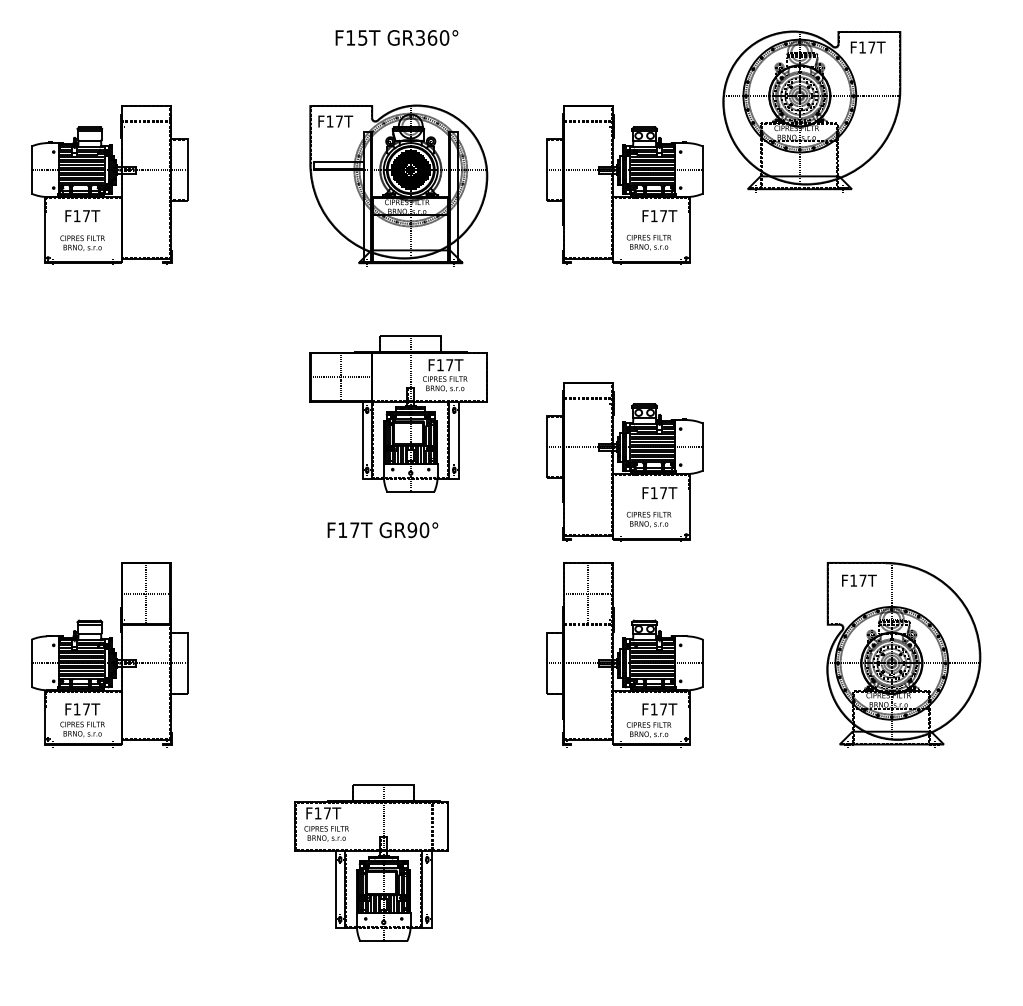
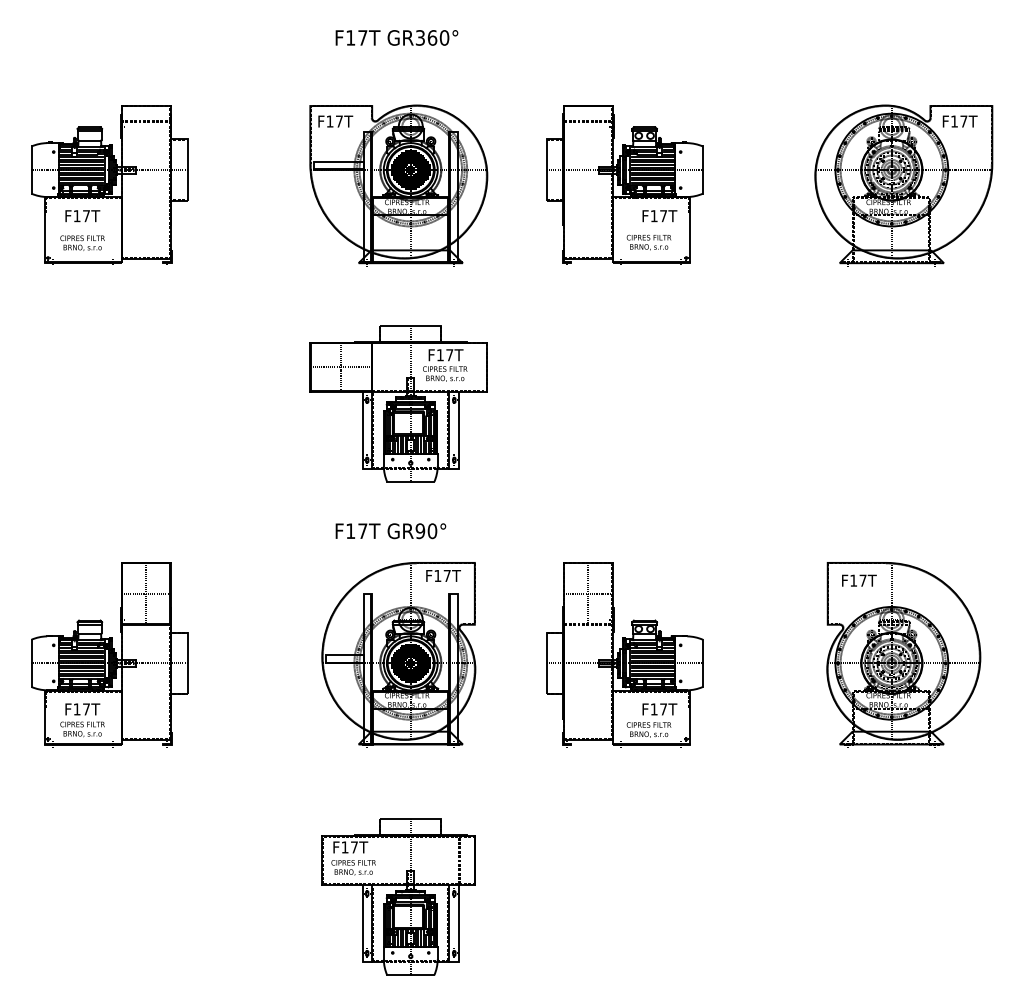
text at (362, 37): F15T -> F17T
part at (811, 111) position: (811, 111) -> (903, 185)
part at (398, 413) position: (398, 413) -> (398, 403)
part at (624, 461): present -> none
text at (382, 530) position: (382, 530) -> (390, 531)
part at (398, 654): none -> present
part at (371, 862) position: (371, 862) -> (398, 896)
